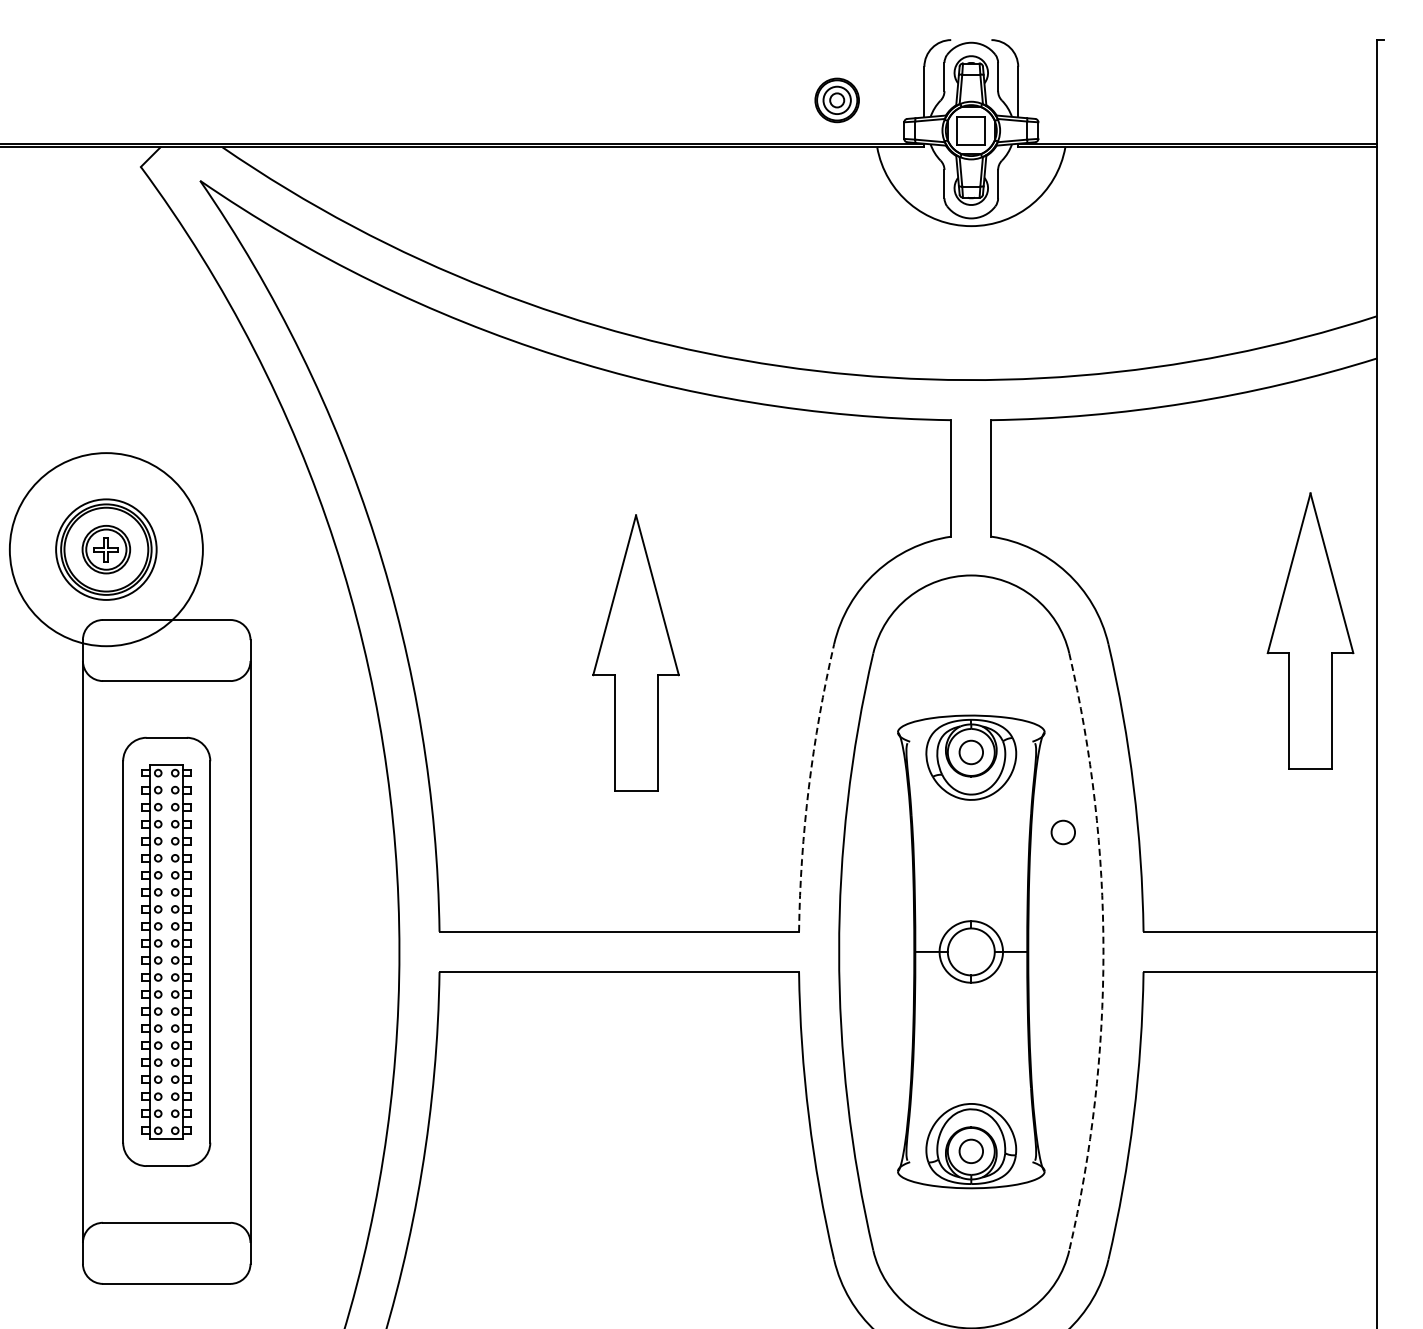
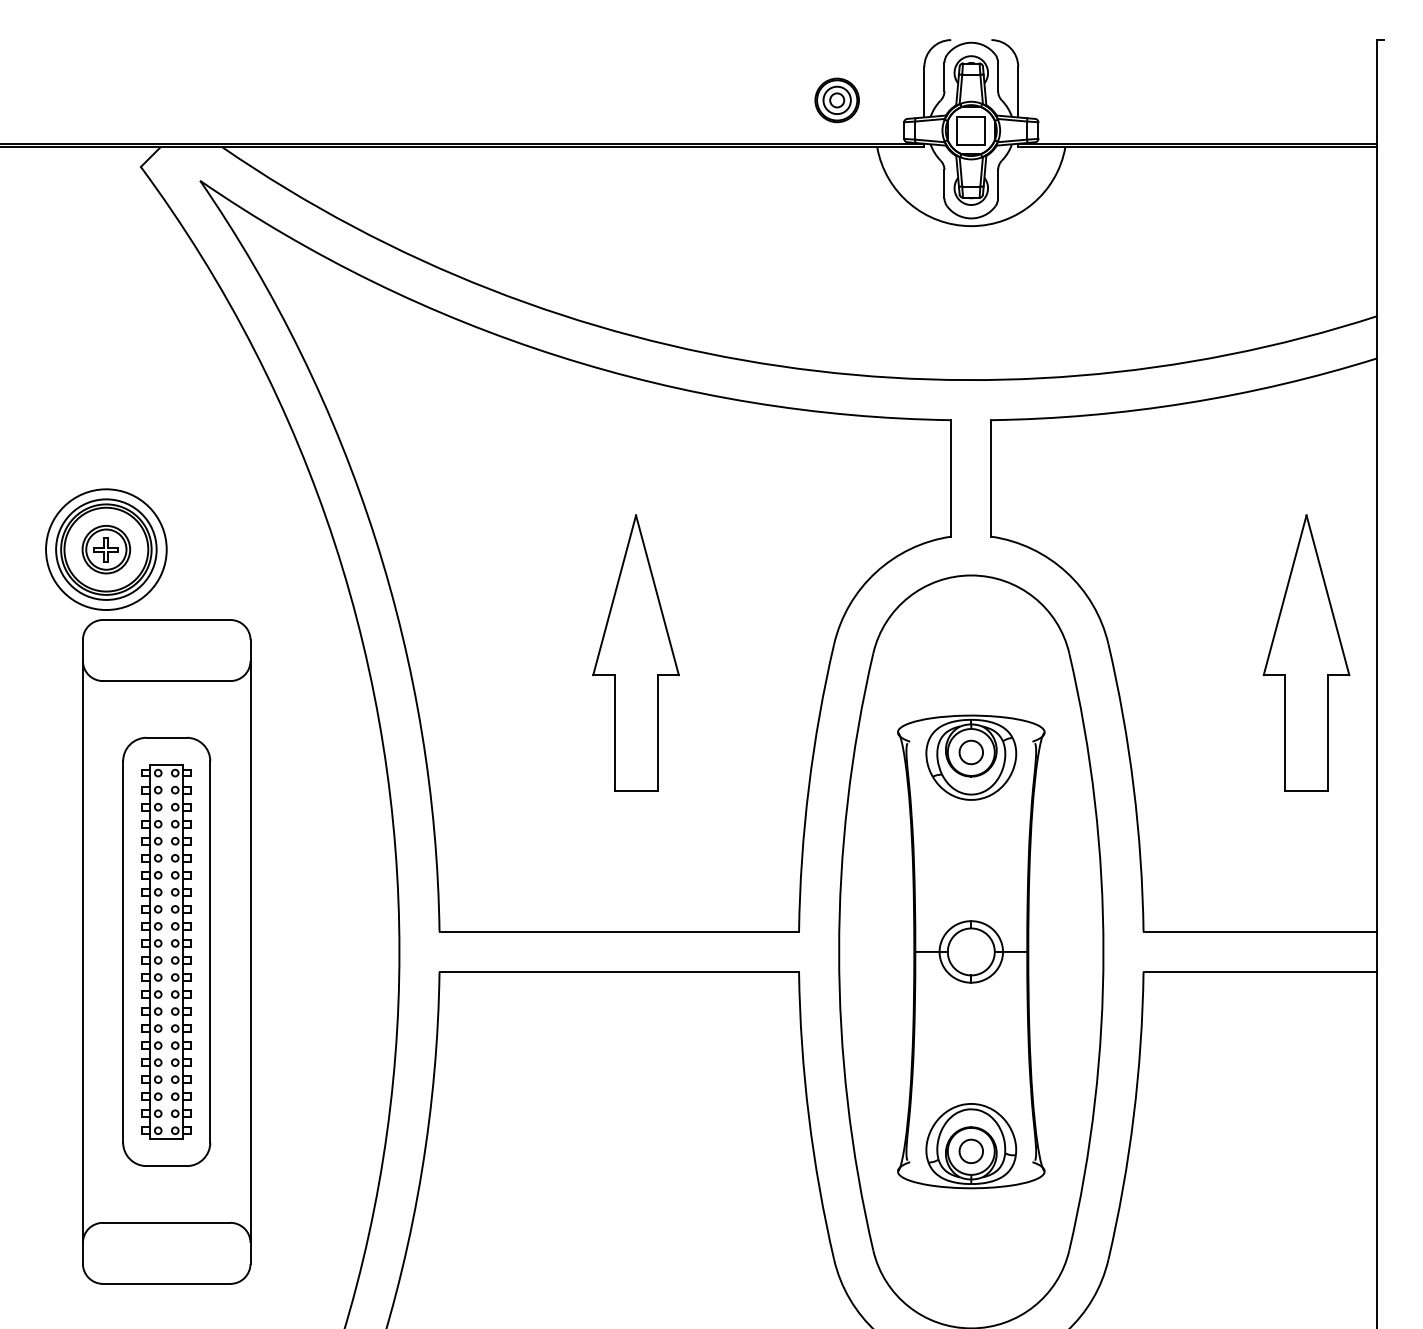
circle at (105, 549) diameter: 193 px -> 121 px
part at (1310, 630) position: (1310, 630) -> (1306, 652)
arc at (808, 787): dashed -> solid
circle at (1062, 832): present -> none
arc at (1103, 951): dashed -> solid
